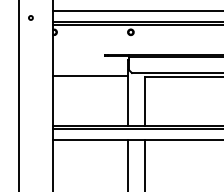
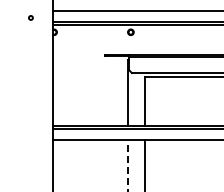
line at (90, 75): present -> none
line at (19, 95): present -> none
line at (128, 165): solid -> dashed
